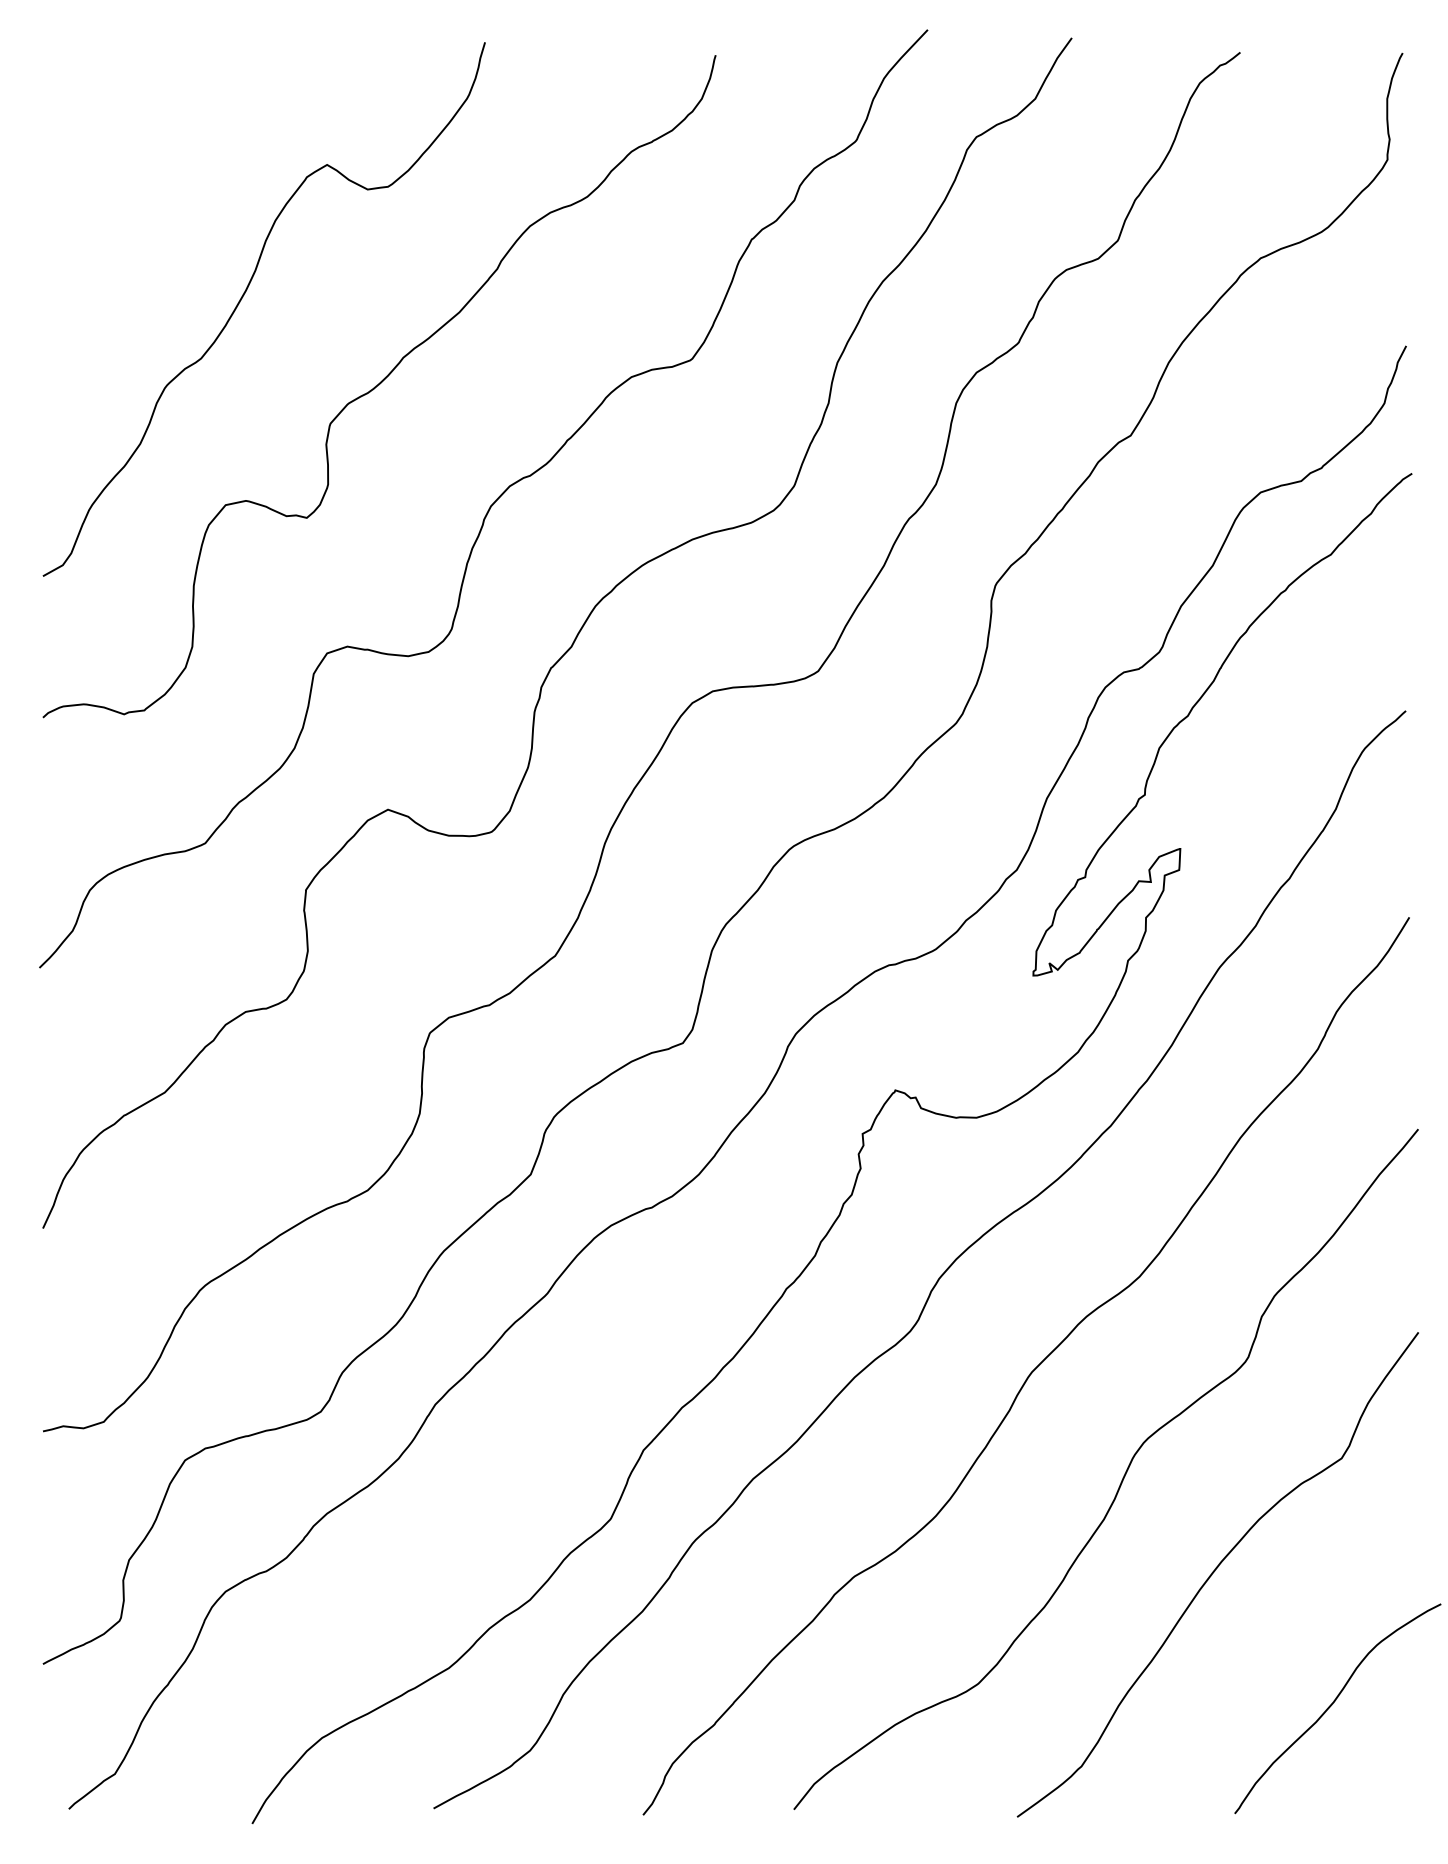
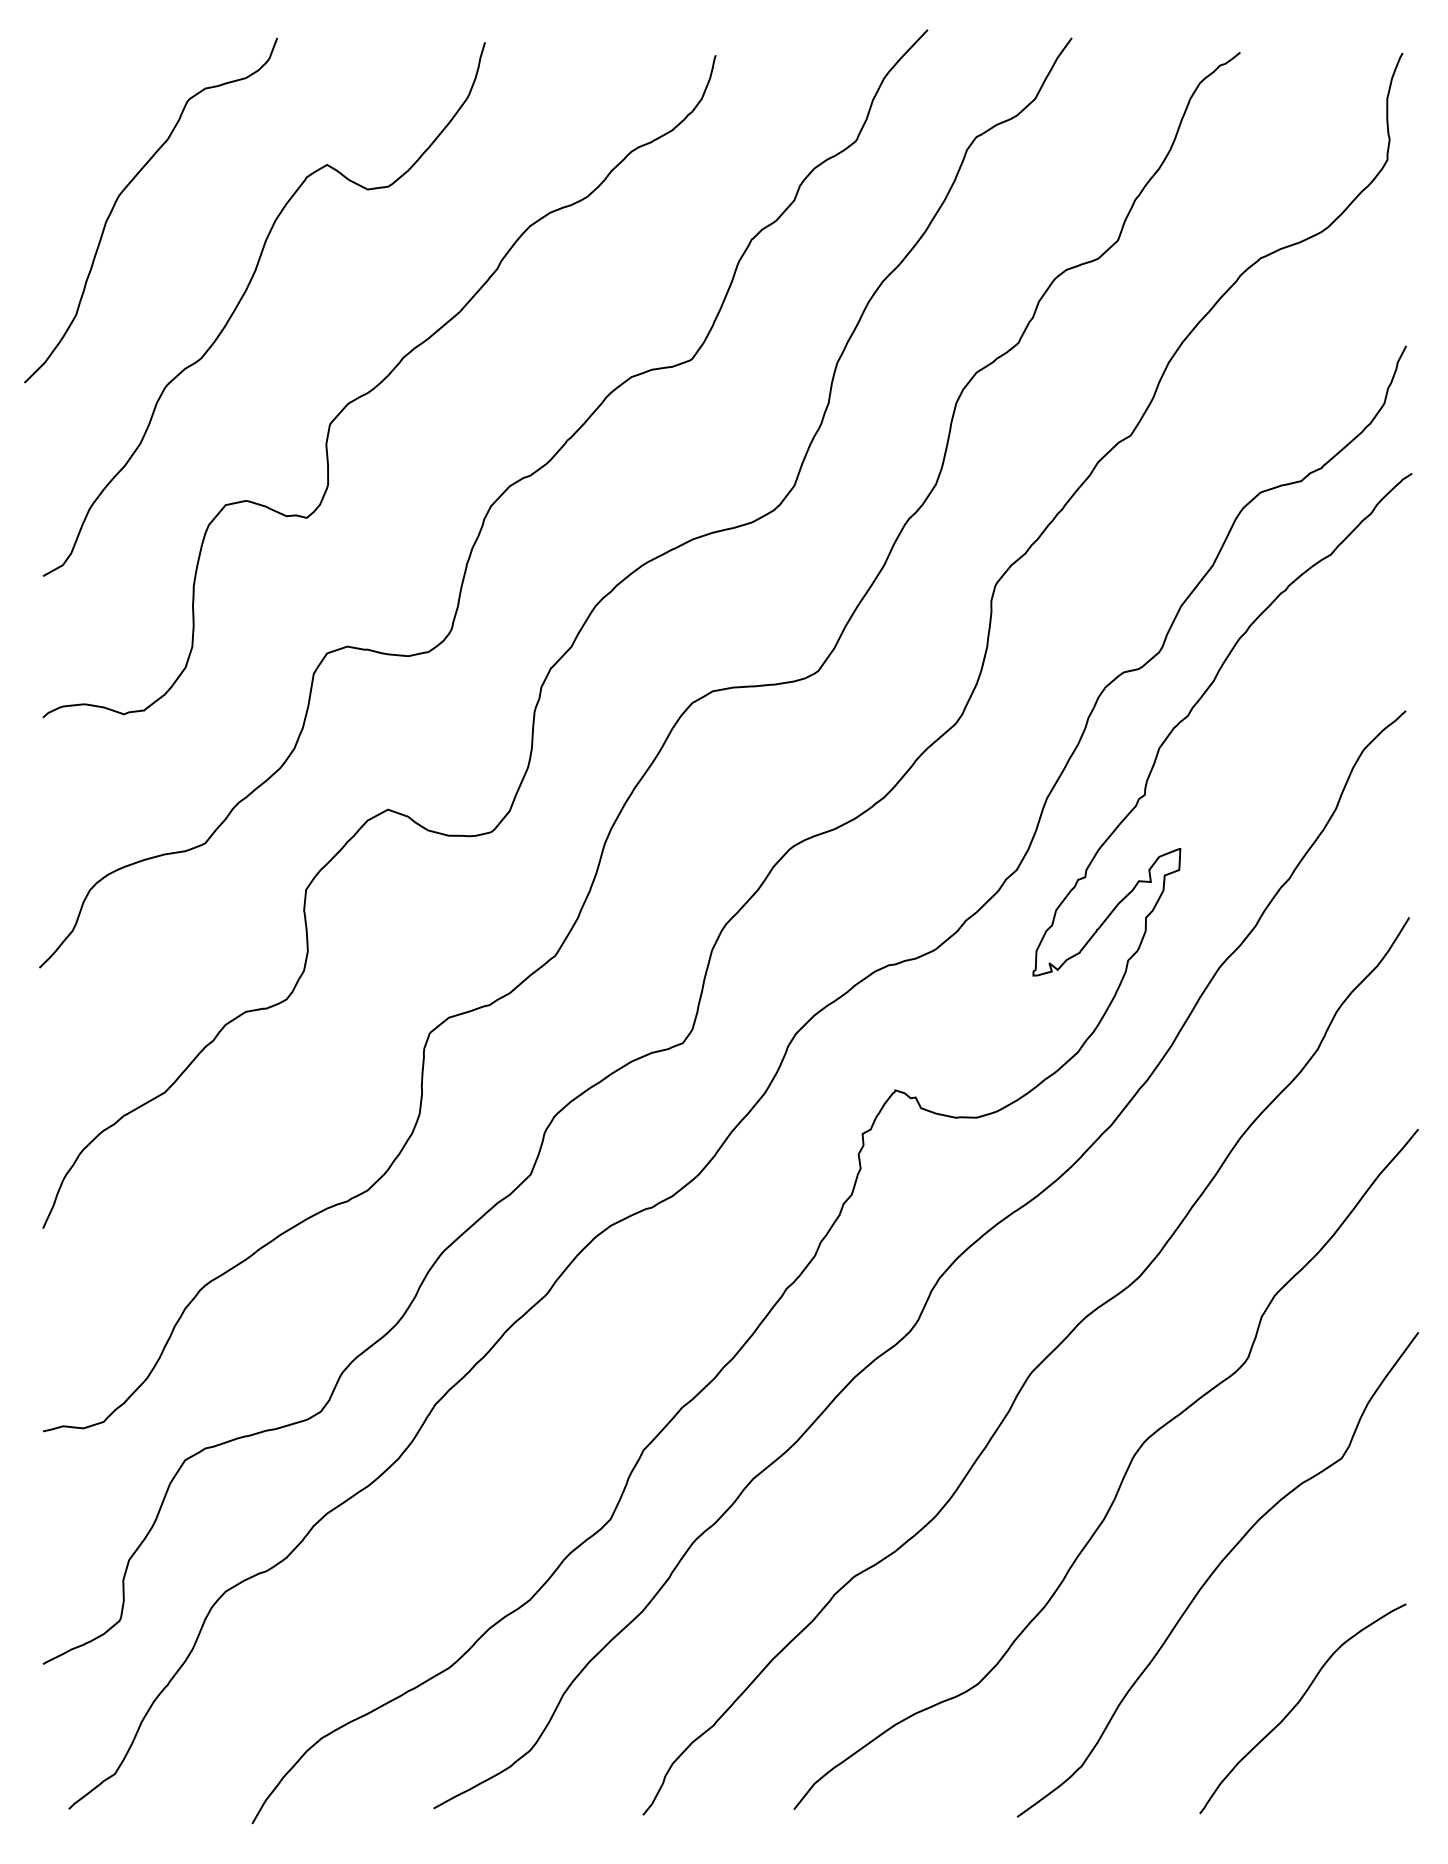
curve at (127, 187): none -> present
curve at (1332, 1705) position: (1332, 1705) -> (1297, 1705)
